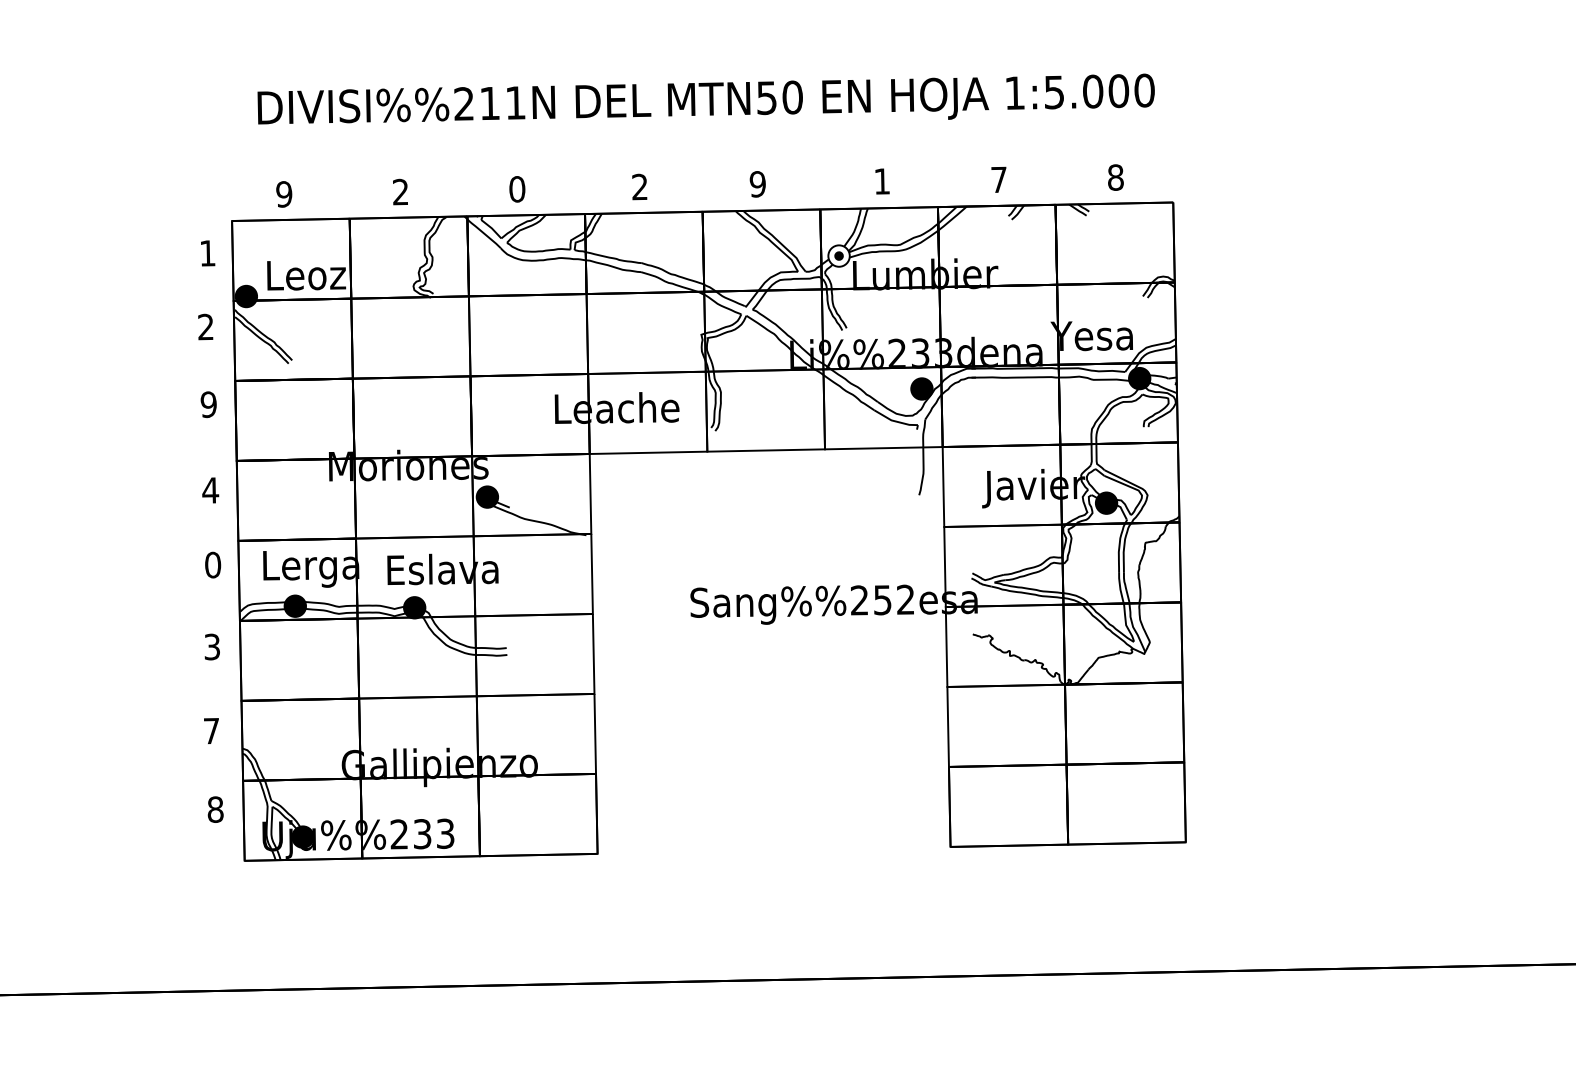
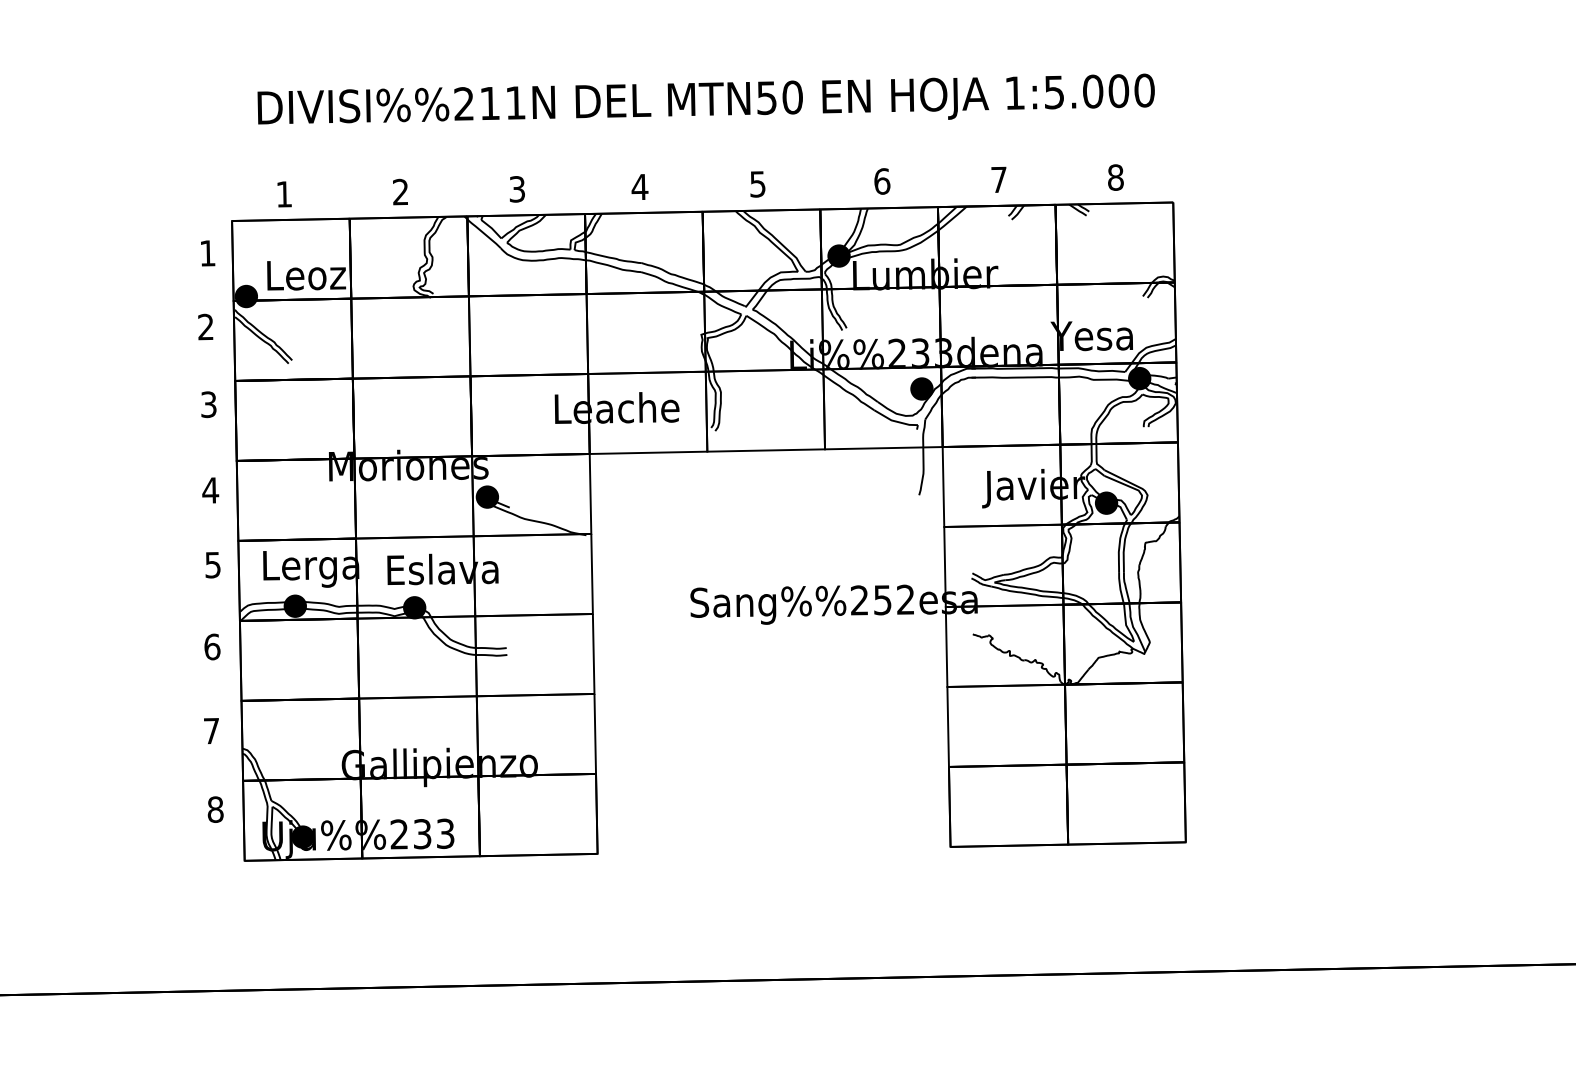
text at (882, 181): 1 -> 6
text at (757, 184): 9 -> 5
text at (639, 186): 2 -> 4
text at (517, 189): 0 -> 3
text at (284, 194): 9 -> 1
fill at (838, 255): none -> present
text at (208, 404): 9 -> 3
text at (213, 564): 0 -> 5
text at (212, 646): 3 -> 6
